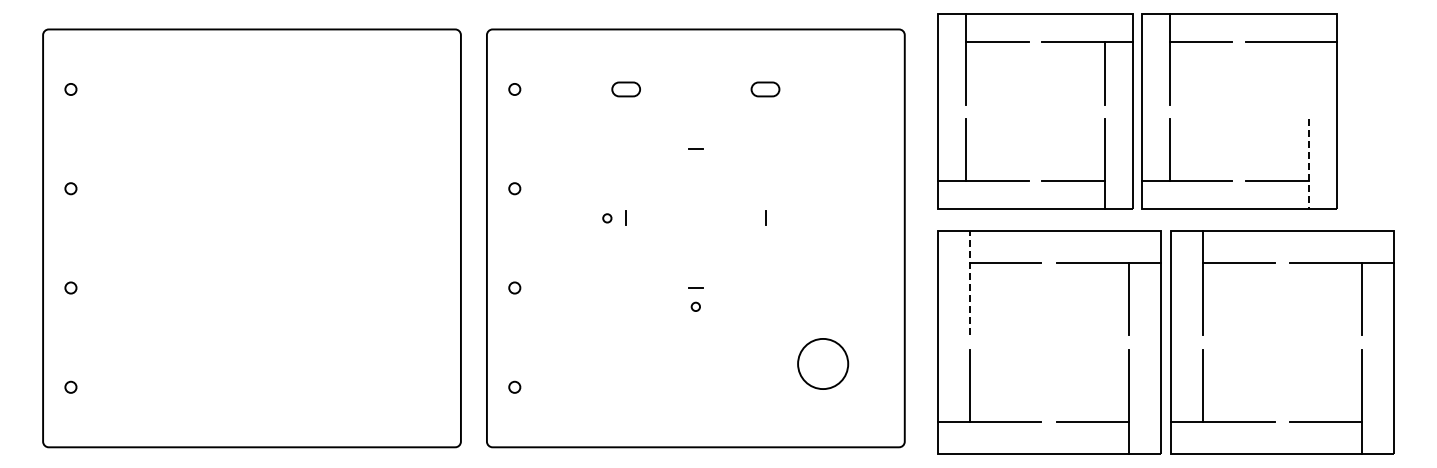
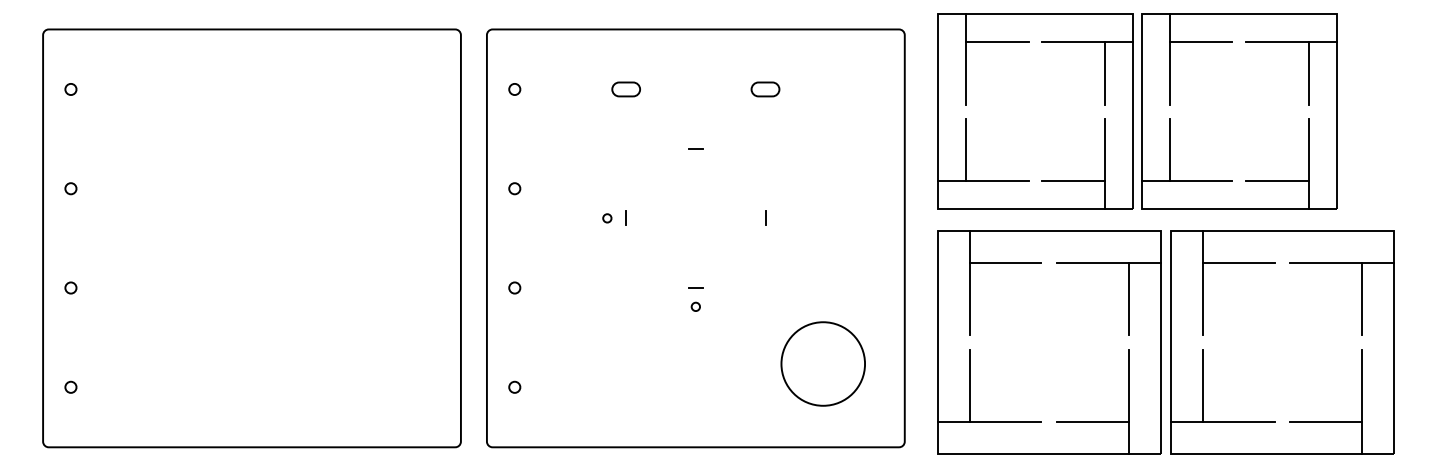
line at (1309, 72): none -> present
line at (1309, 164): dashed -> solid
line at (969, 282): dashed -> solid
circle at (823, 363) size: 53x52 px -> 86x86 px
